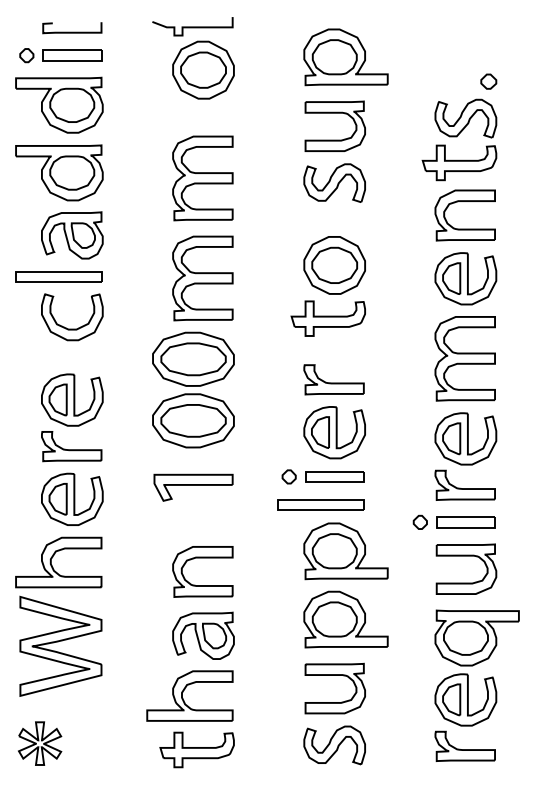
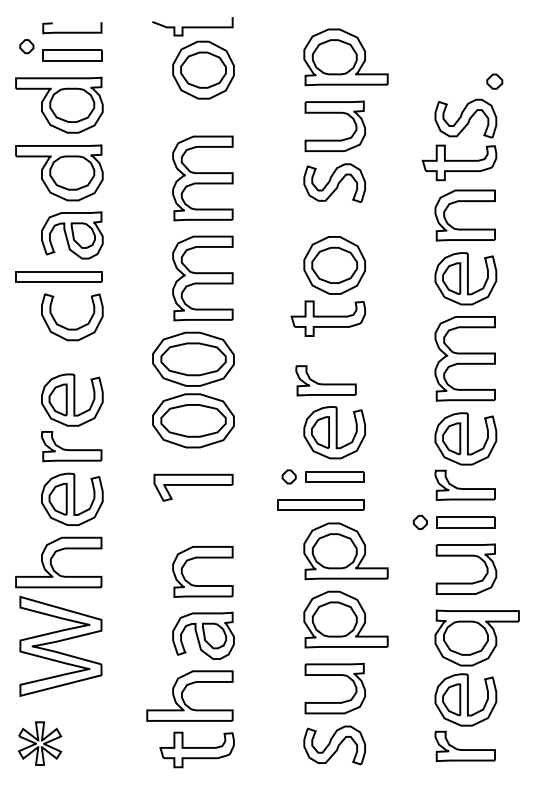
part at (26, 55) position: (26, 55) -> (26, 46)
part at (488, 81) position: (488, 81) -> (494, 81)
part at (333, 379) position: (333, 379) -> (325, 380)
